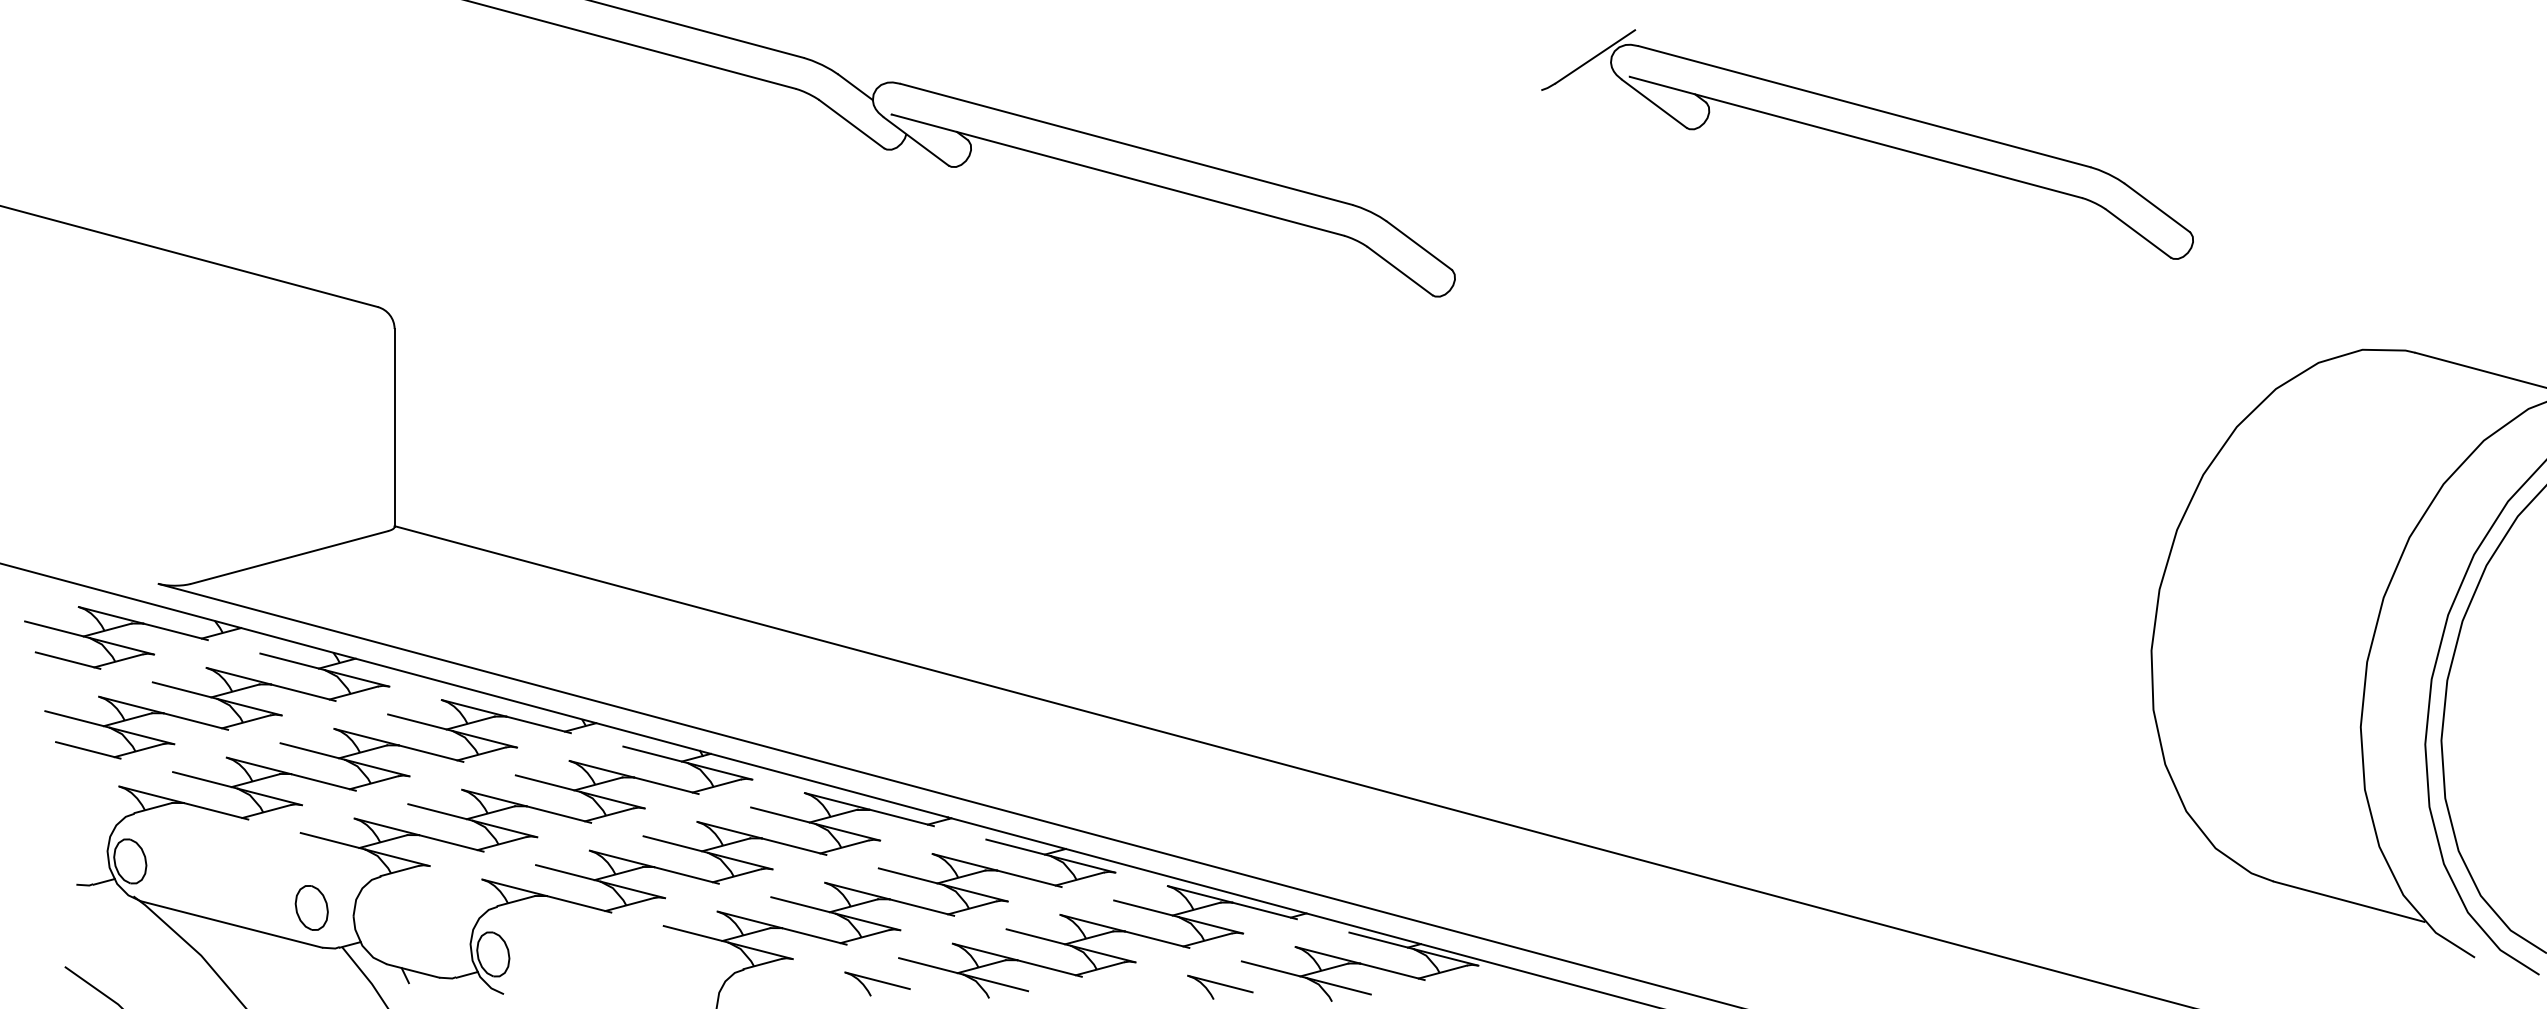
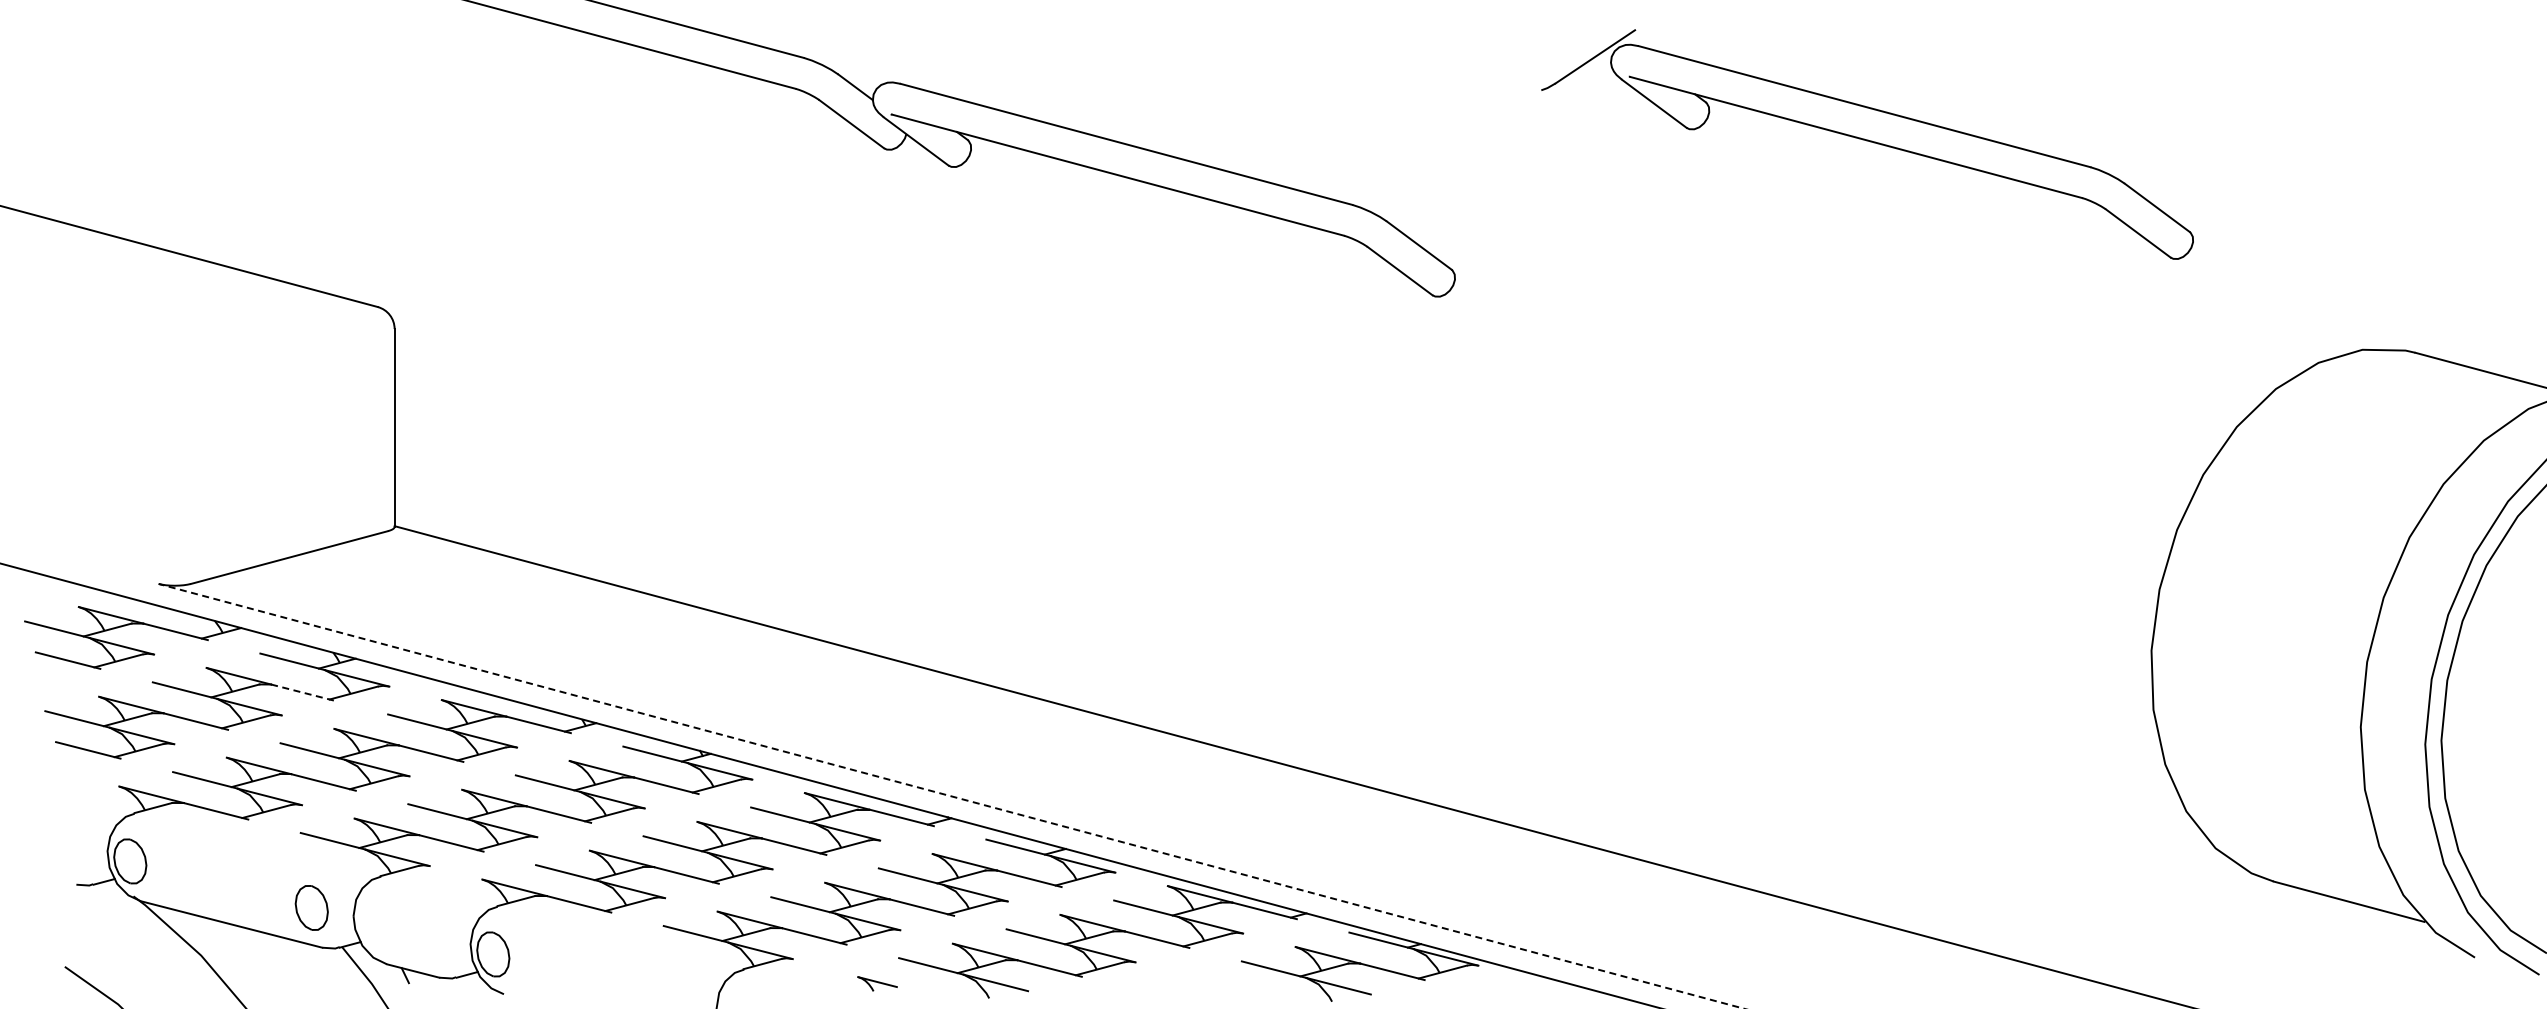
line at (303, 692): solid -> dashed
line at (951, 796): solid -> dashed
part at (877, 983) size: 67x26 px -> 41x16 px
part at (1220, 986): present -> none
